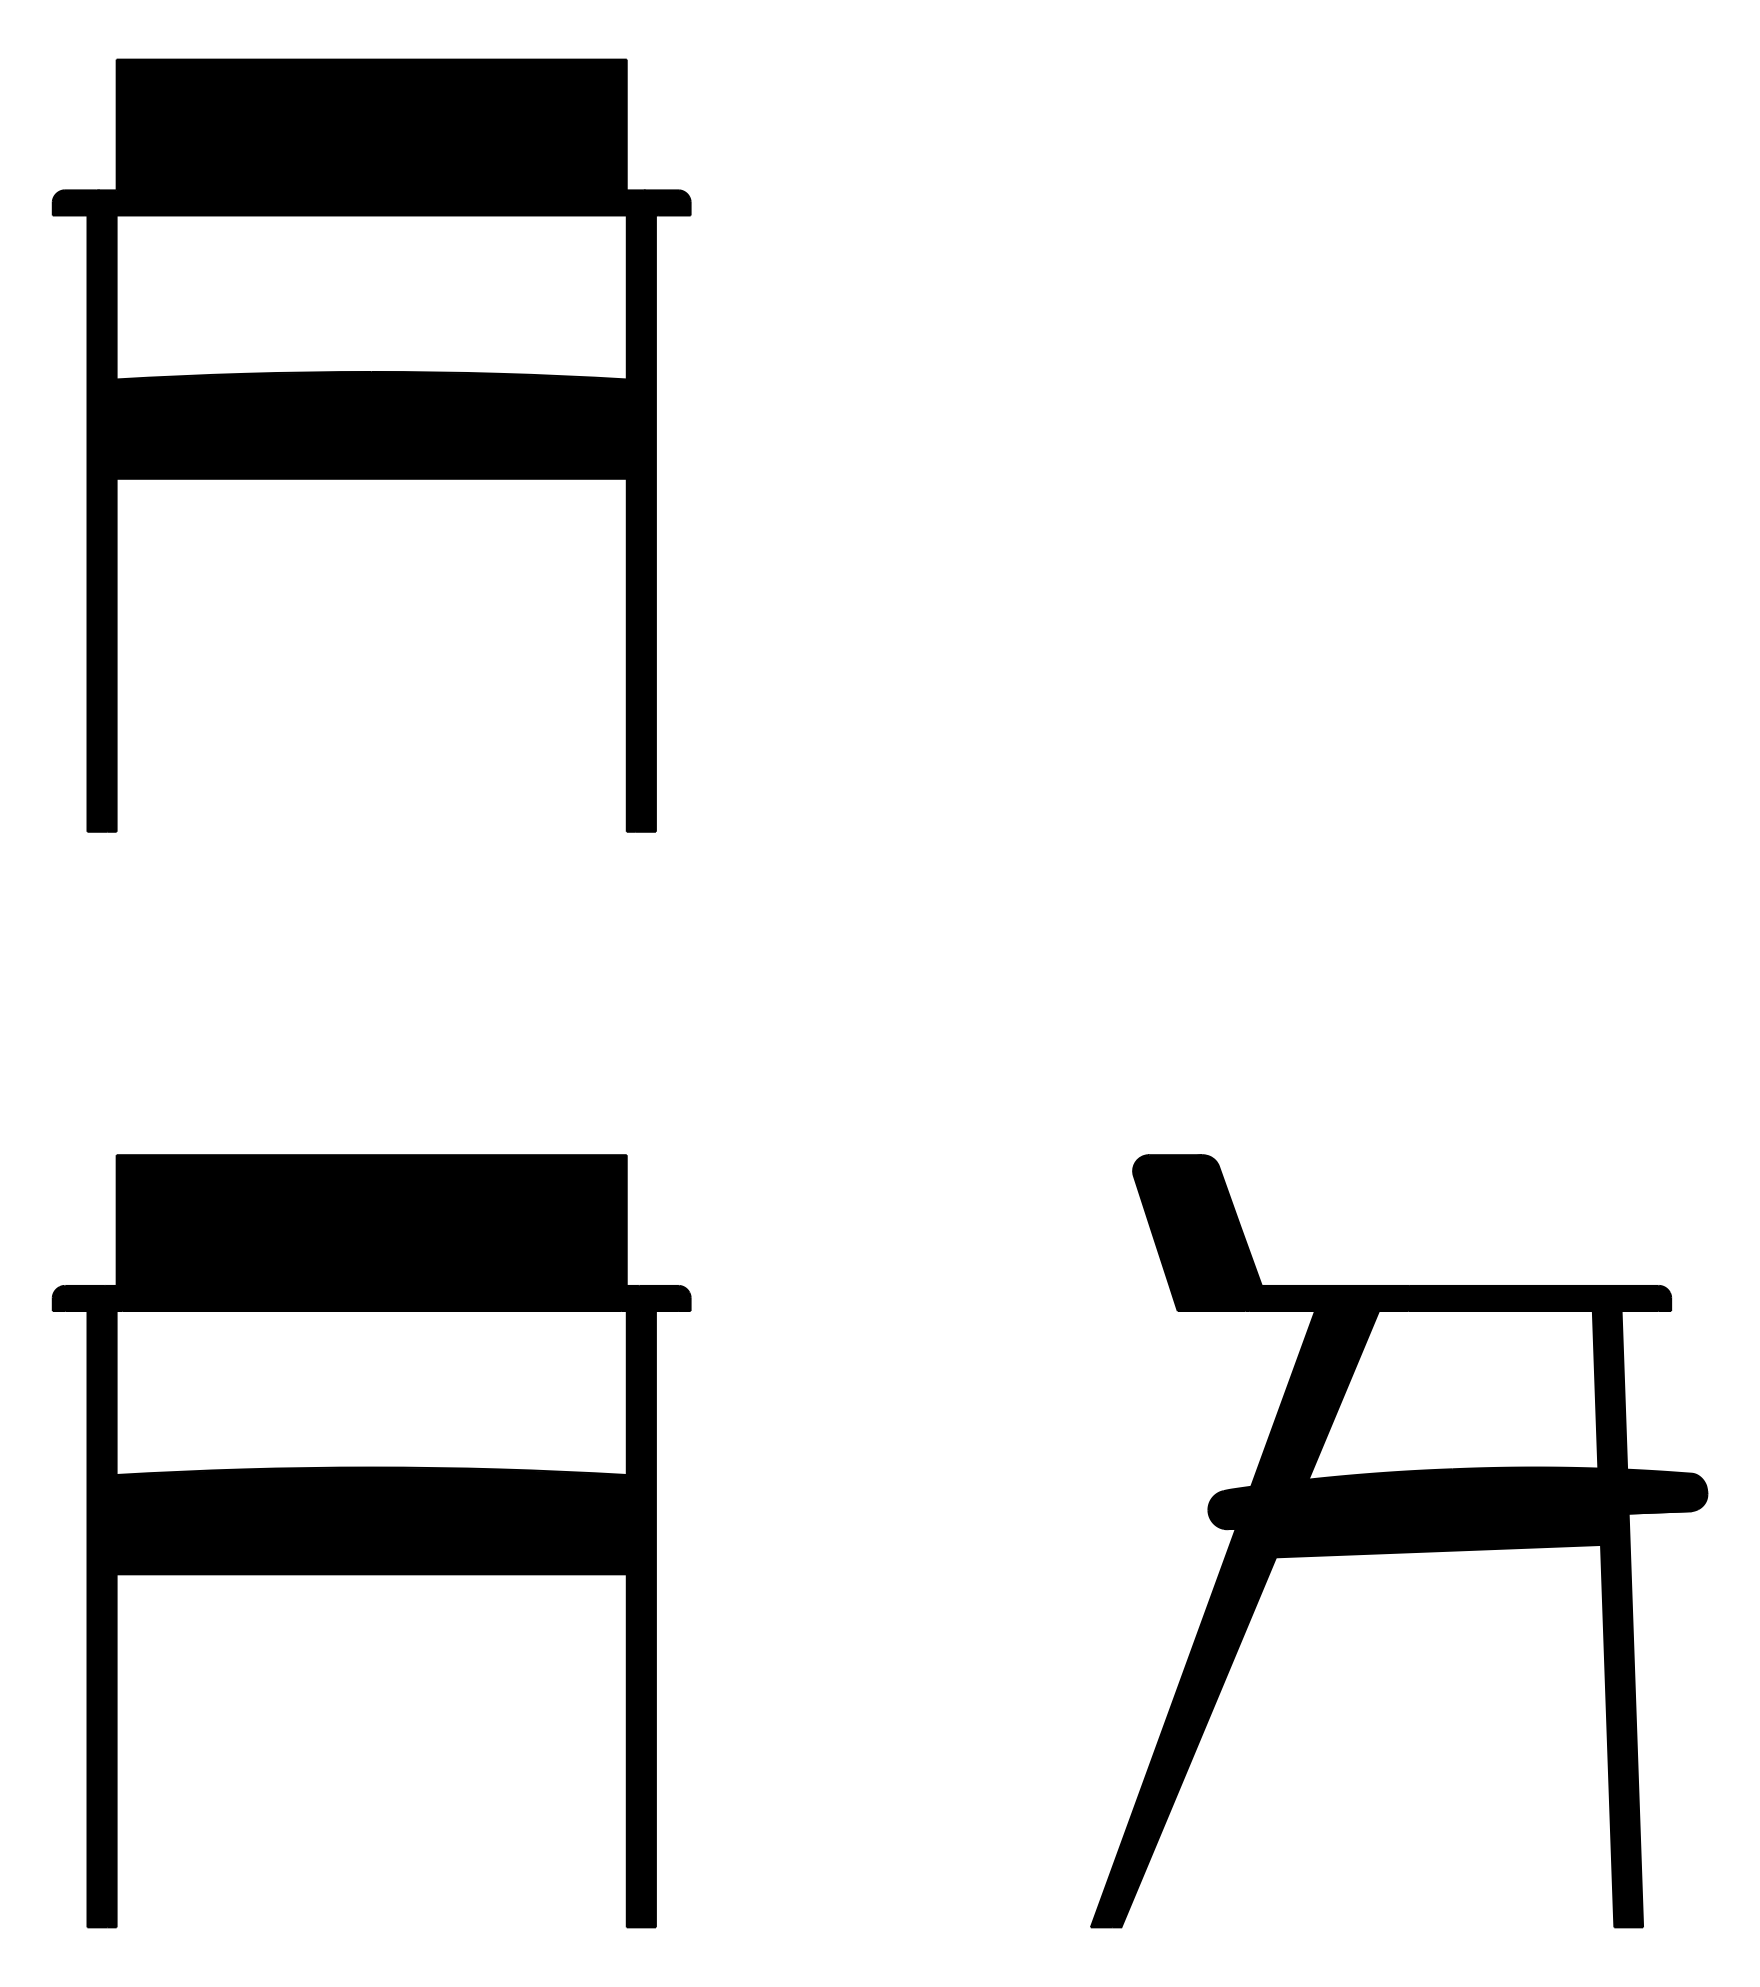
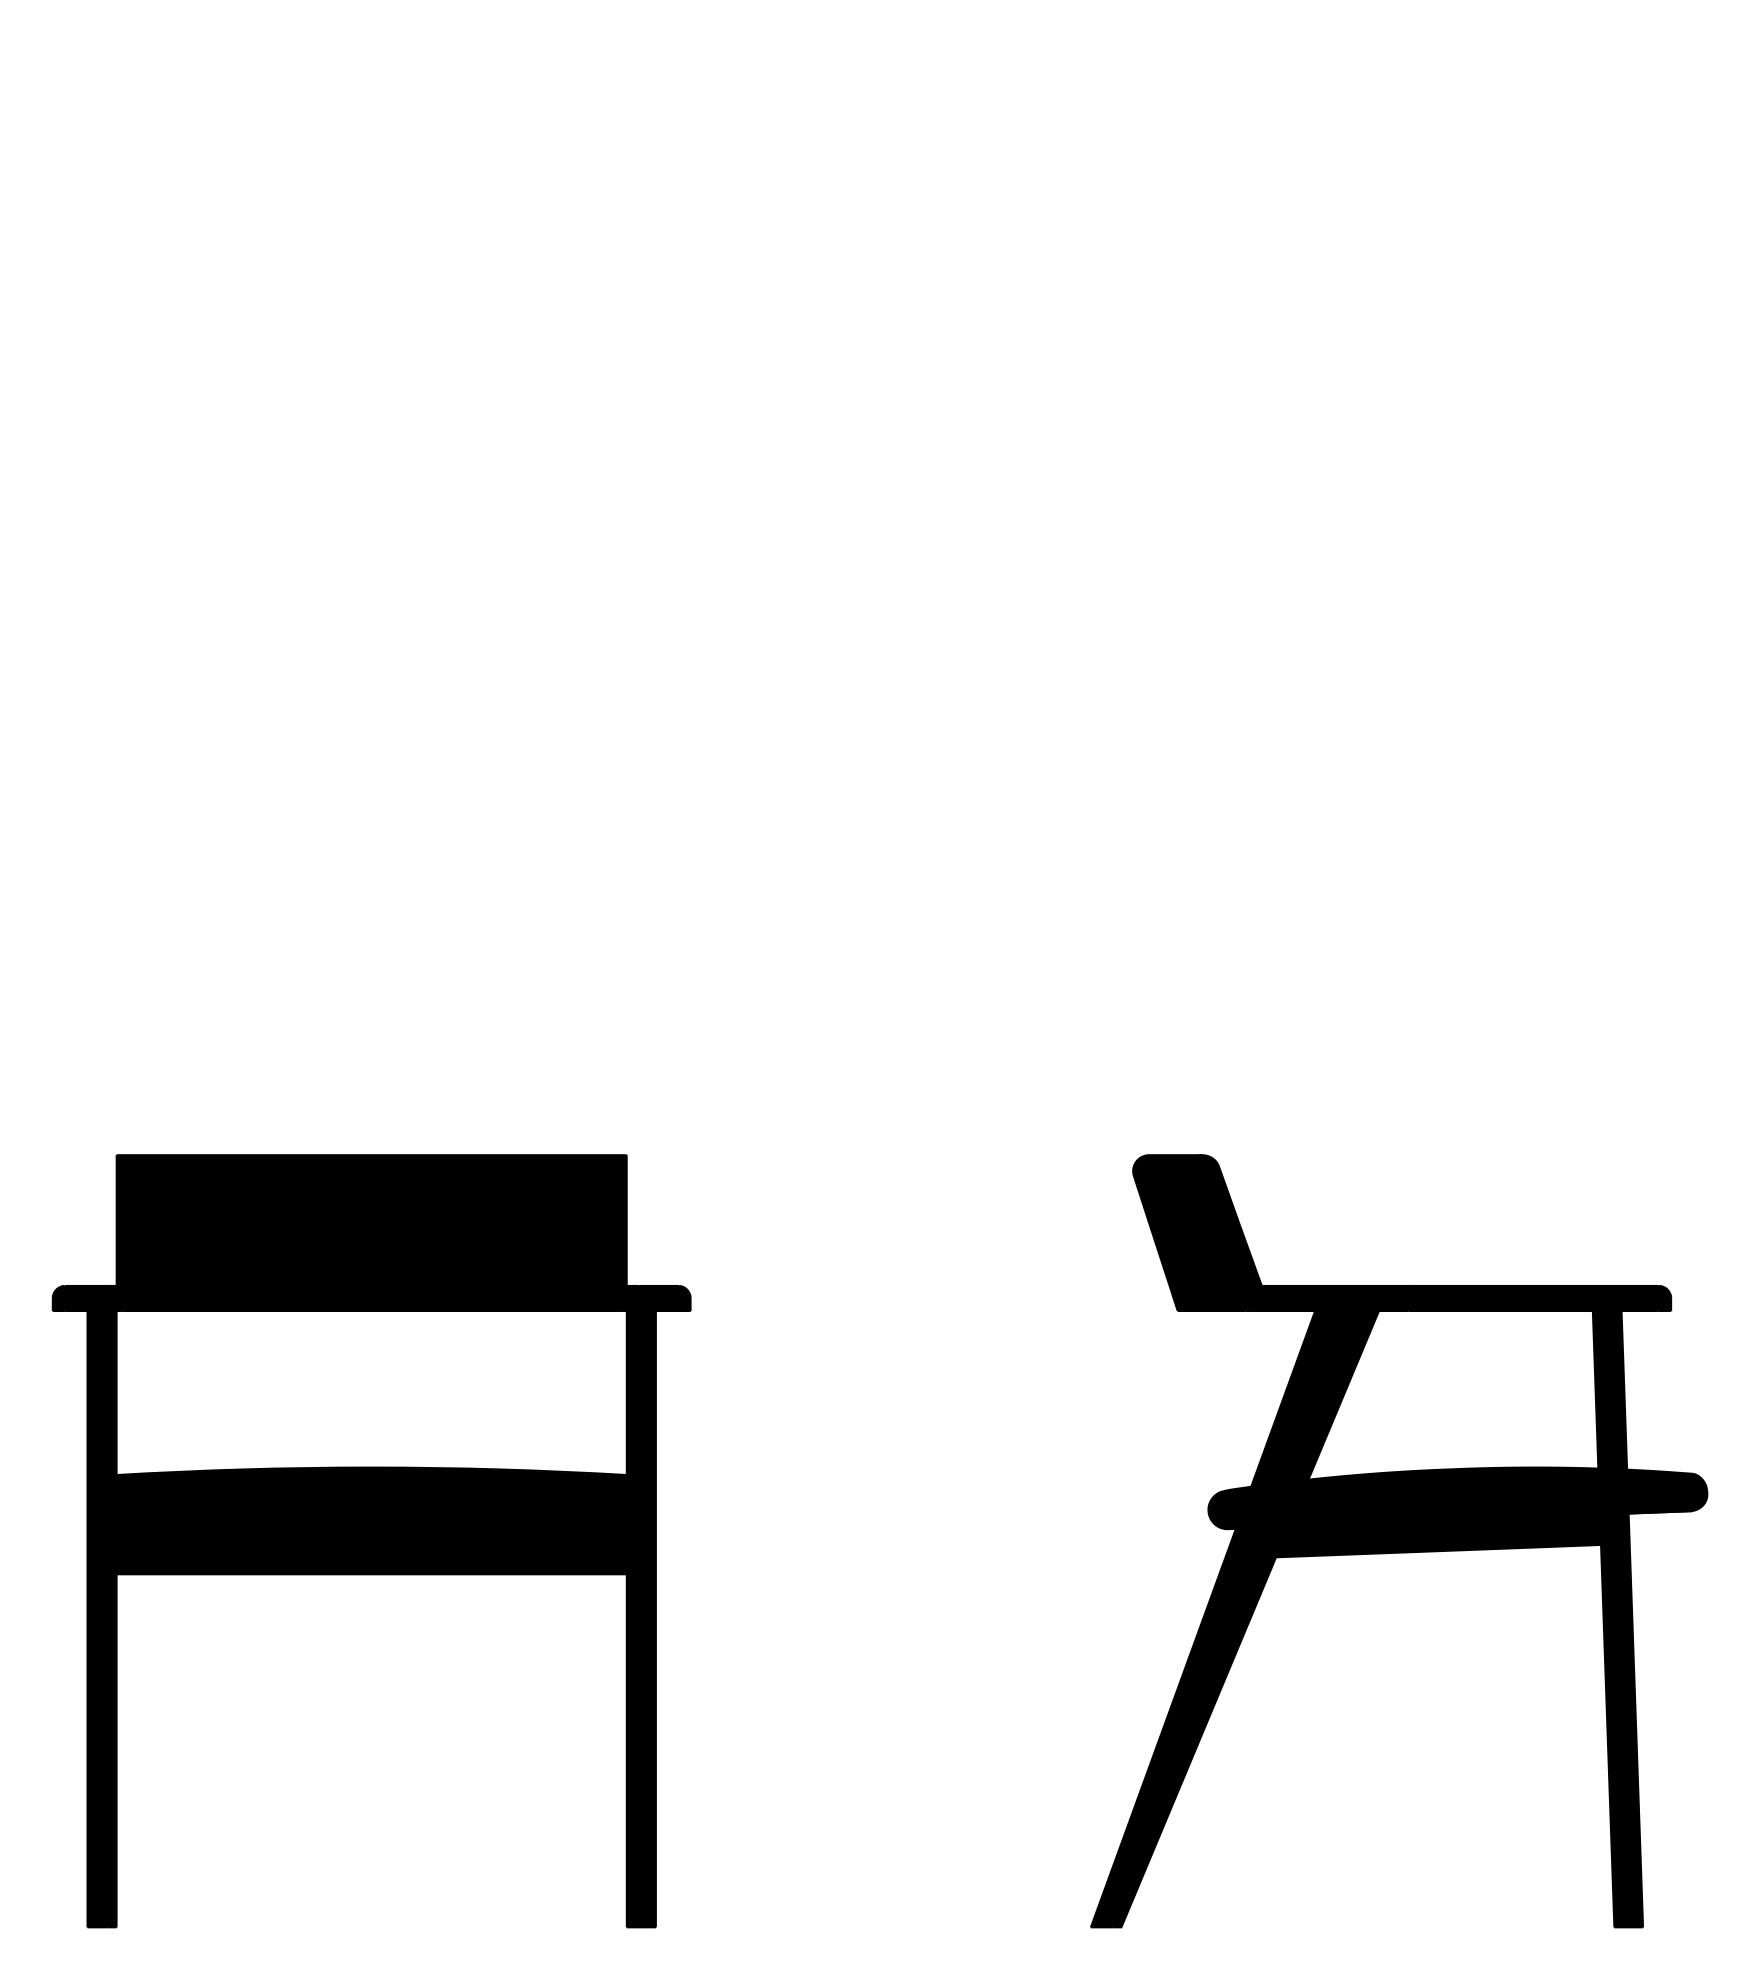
part at (371, 445): present -> none
